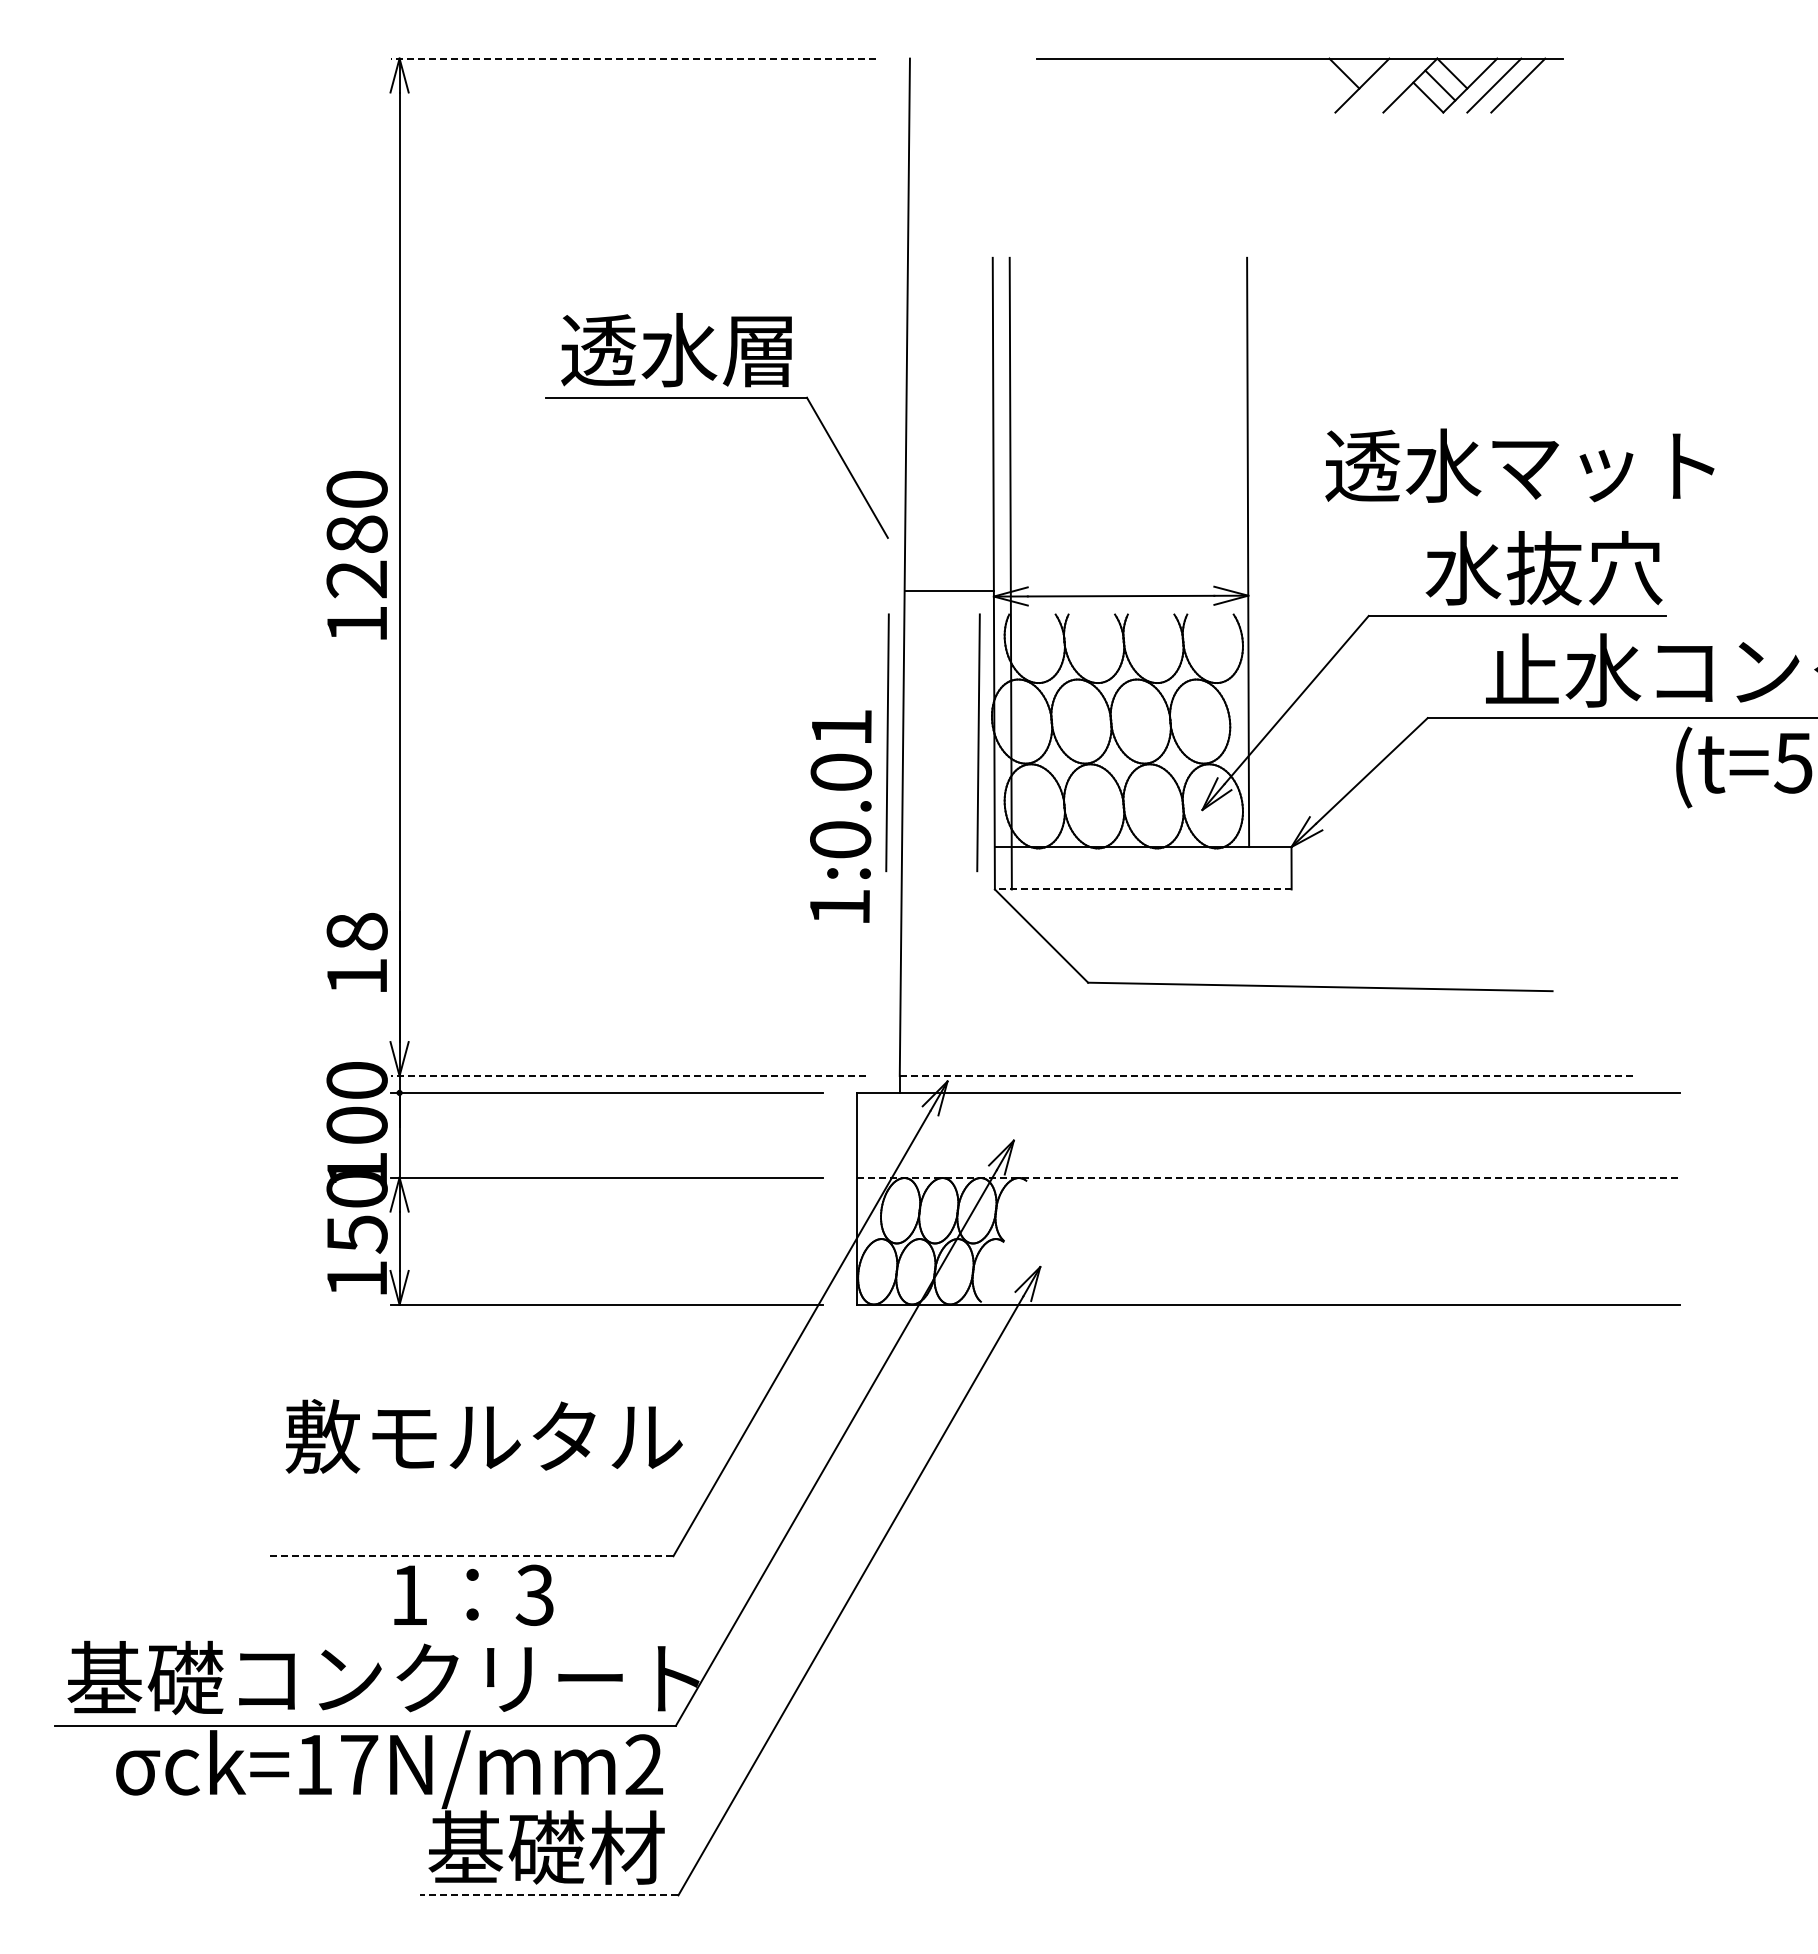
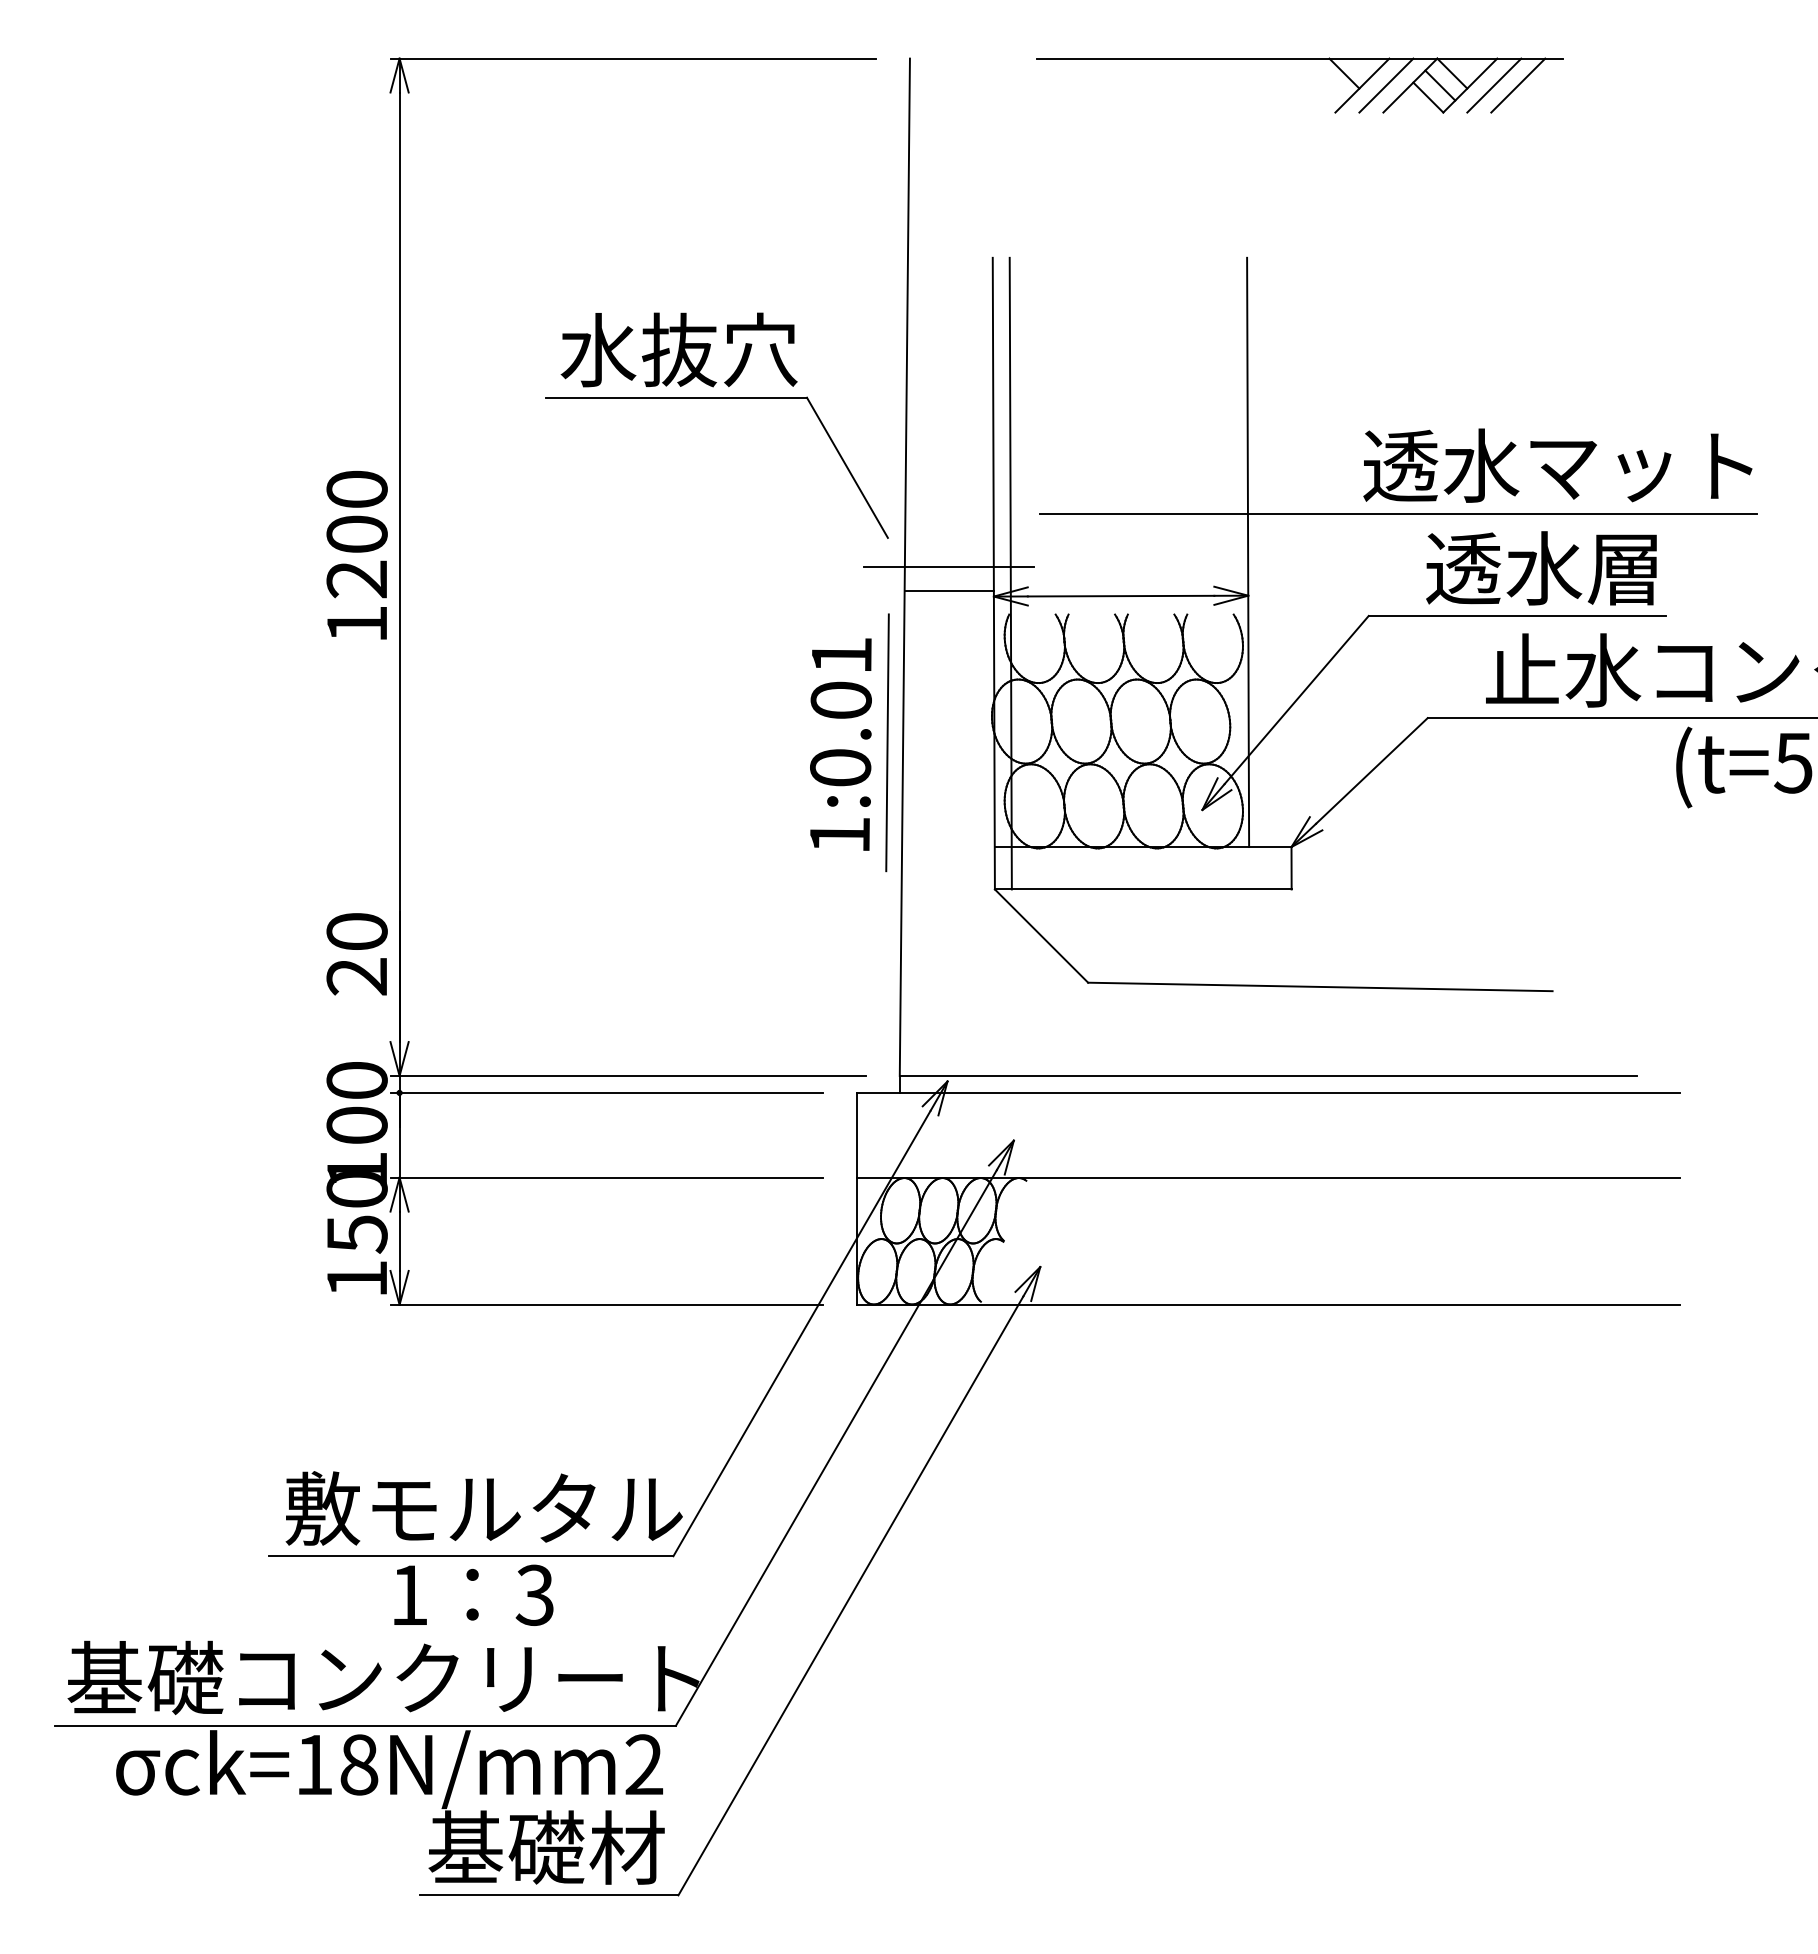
line at (633, 58): dashed -> solid
line at (1386, 85): none -> present
text at (678, 349): 透水層 -> 水抜穴
text at (1519, 465) position: (1519, 465) -> (1557, 465)
line at (1397, 514): none -> present
text at (356, 533): 1280 -> 1200
line at (949, 567): none -> present
text at (1543, 568): 水抜穴 -> 透水層
line at (978, 742): present -> none
text at (840, 816) position: (840, 816) -> (840, 744)
line at (1142, 889): dashed -> solid
text at (356, 953): 18 -> 20
line at (628, 1075): dashed -> solid
line at (1268, 1075): dashed -> solid
line at (1269, 1177): dashed -> solid
text at (483, 1436) position: (483, 1436) -> (483, 1508)
line at (470, 1556): dashed -> solid
text at (359, 1764): ck=17N/mm2 -> ck=18N/mm2
line at (548, 1895): dashed -> solid
